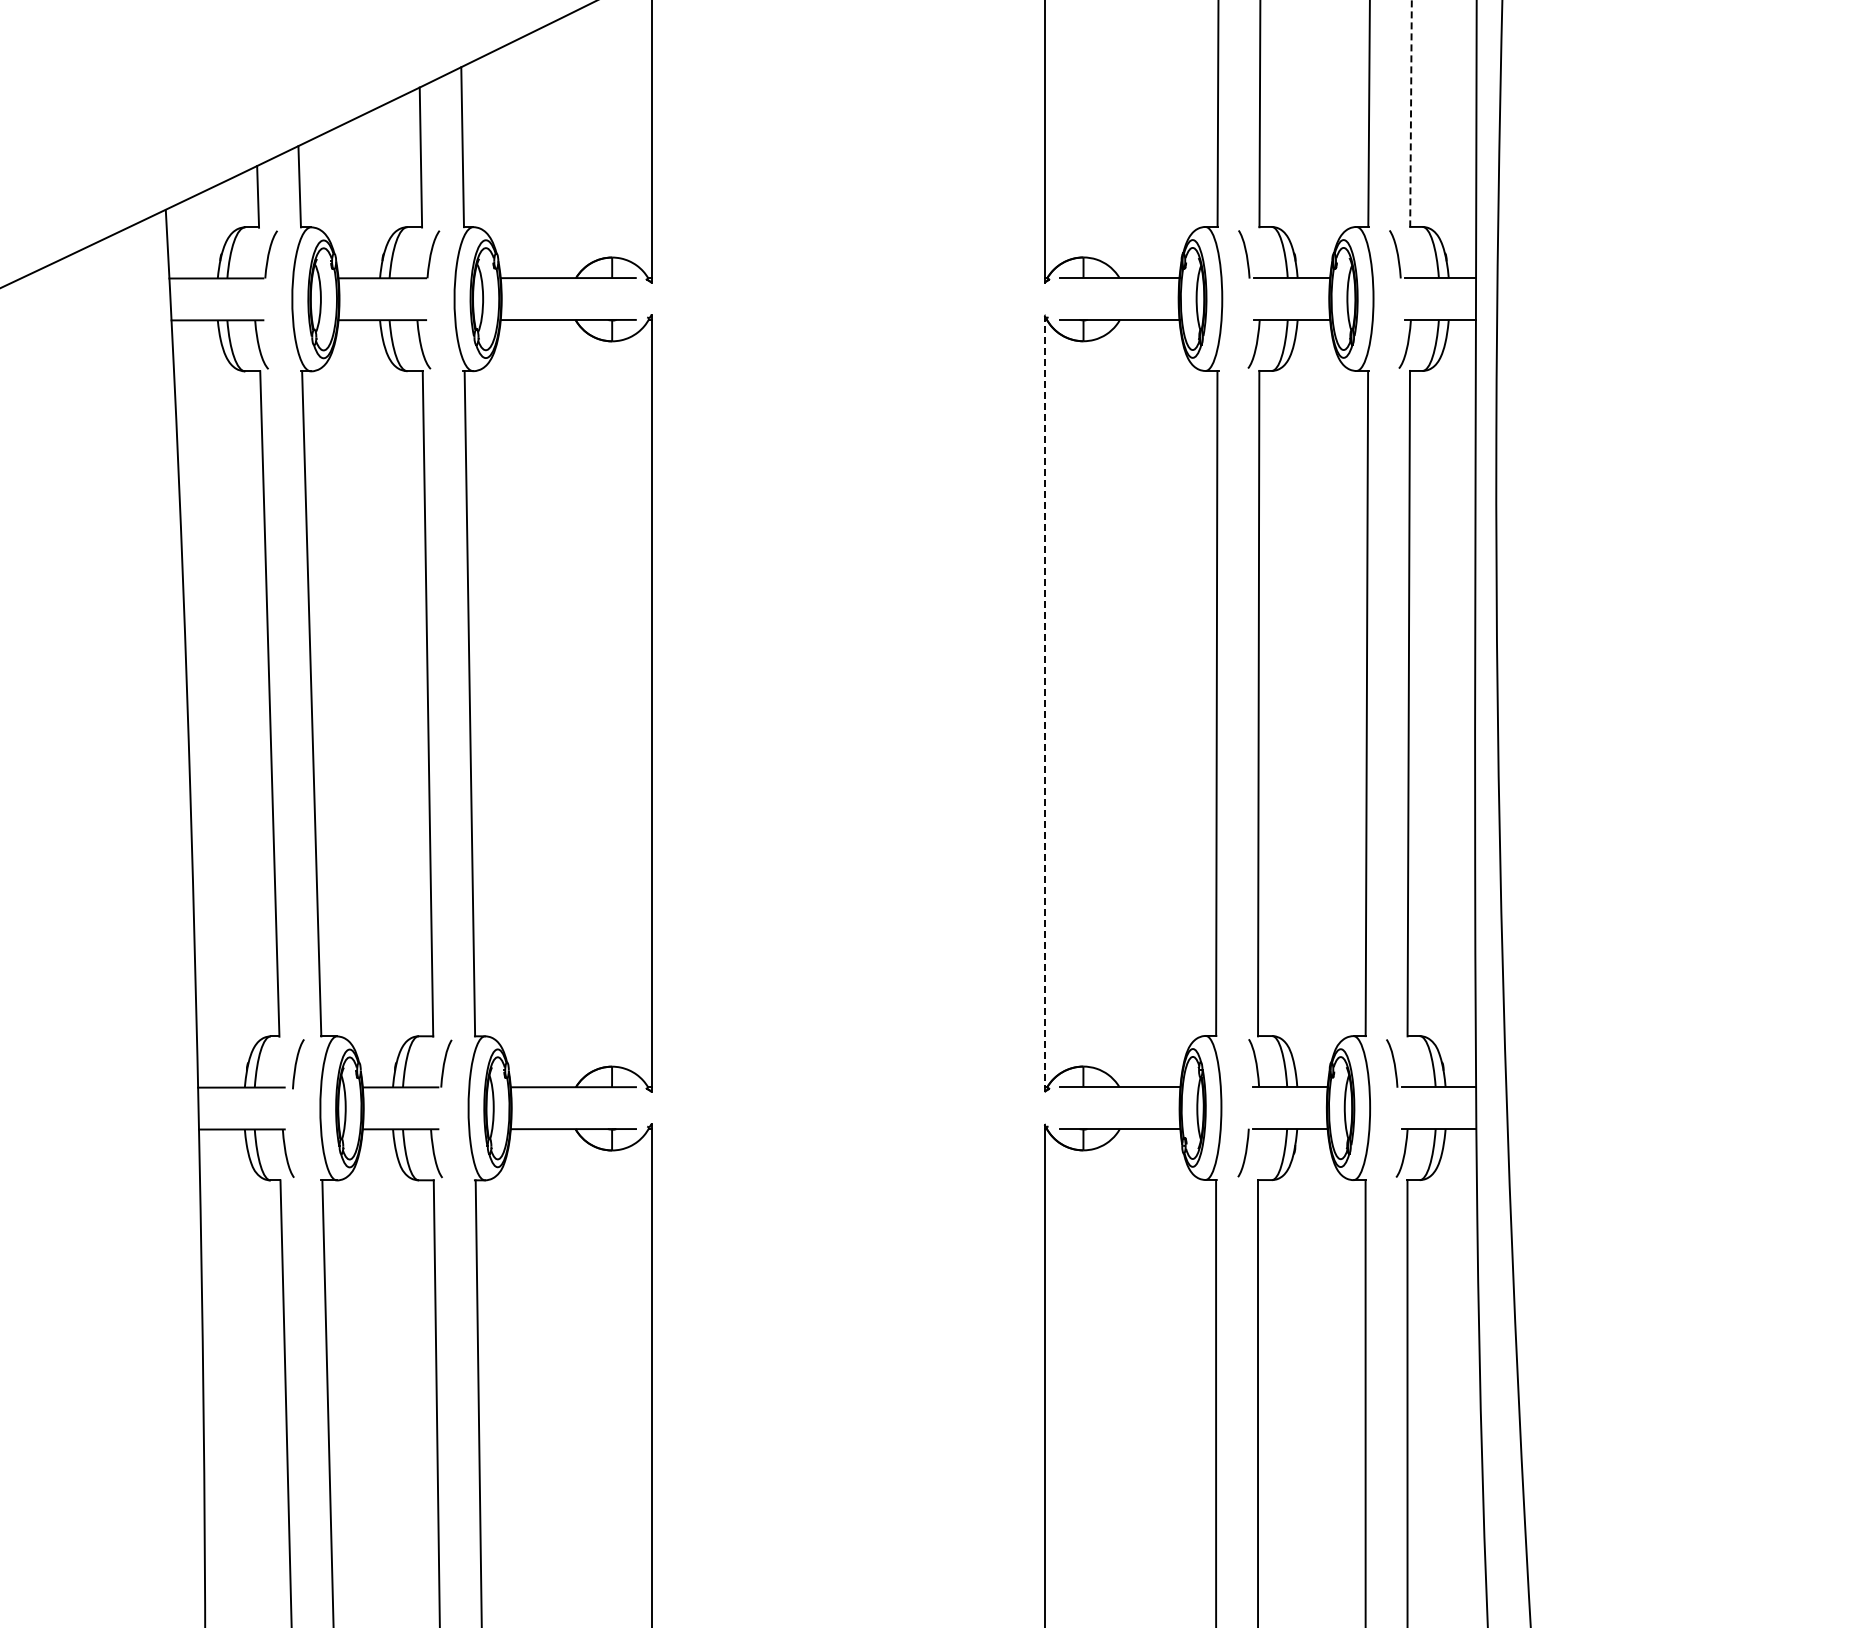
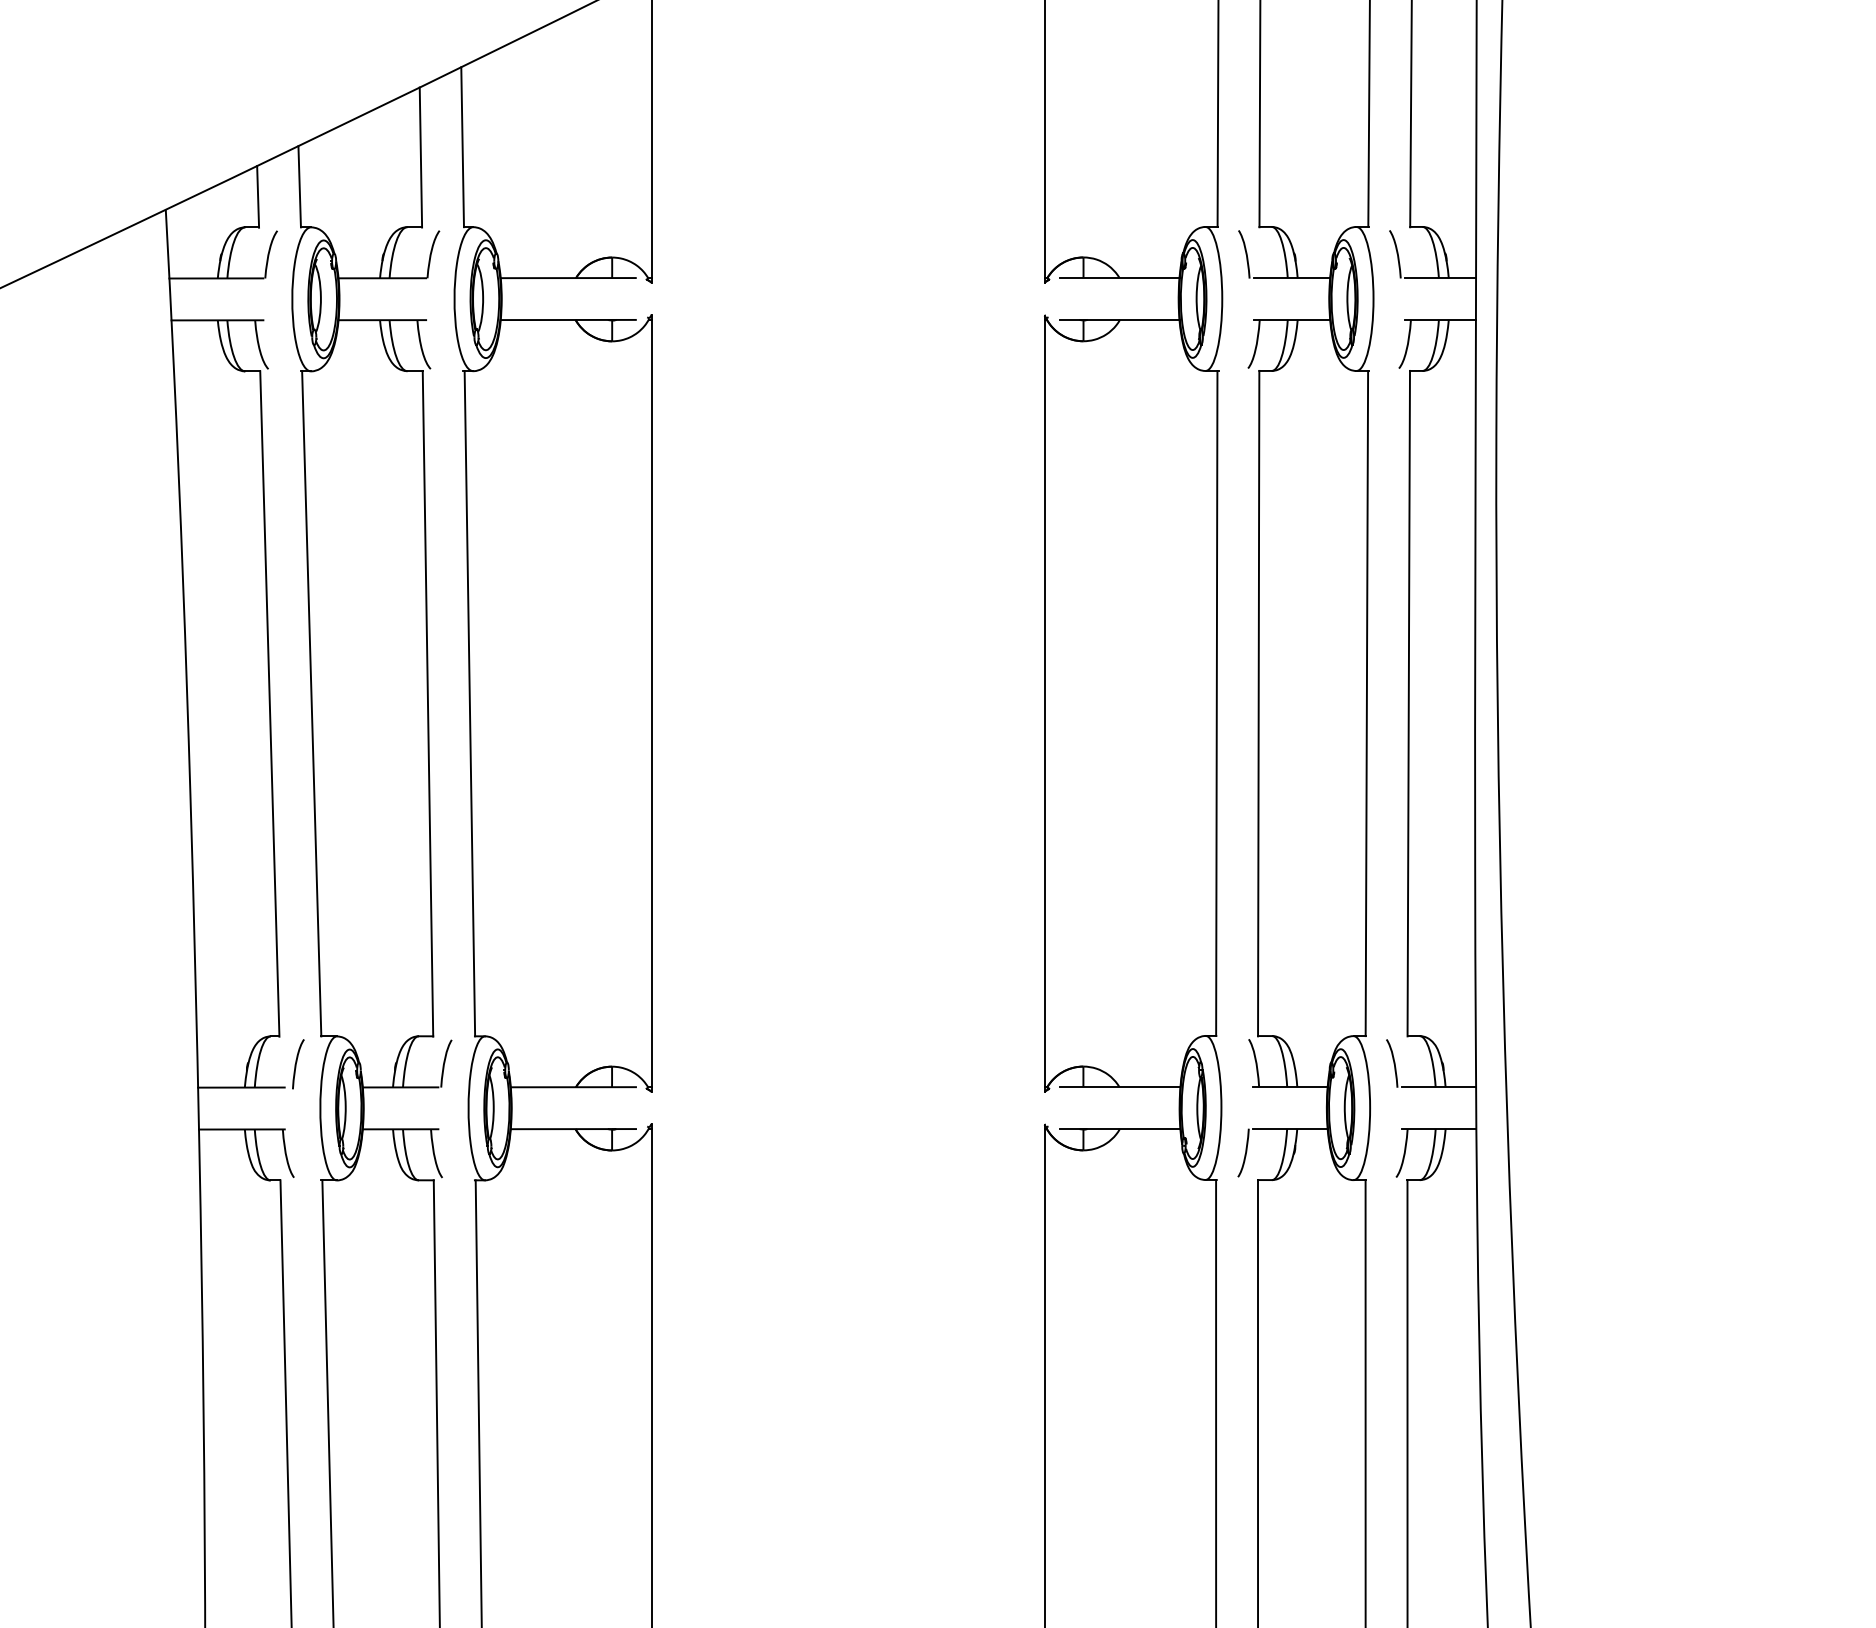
line at (1411, 114): dashed -> solid
line at (1044, 703): dashed -> solid
